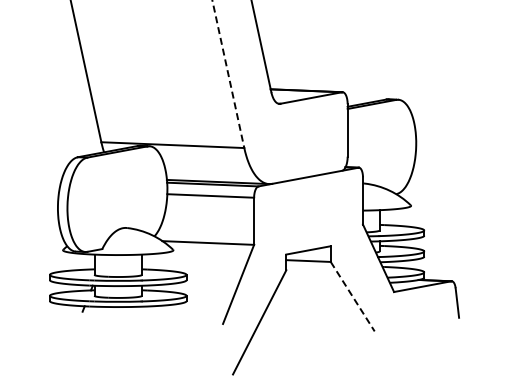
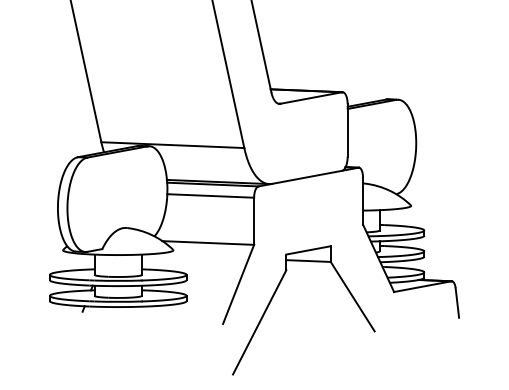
line at (228, 74): dashed -> solid
line at (353, 297): dashed -> solid
